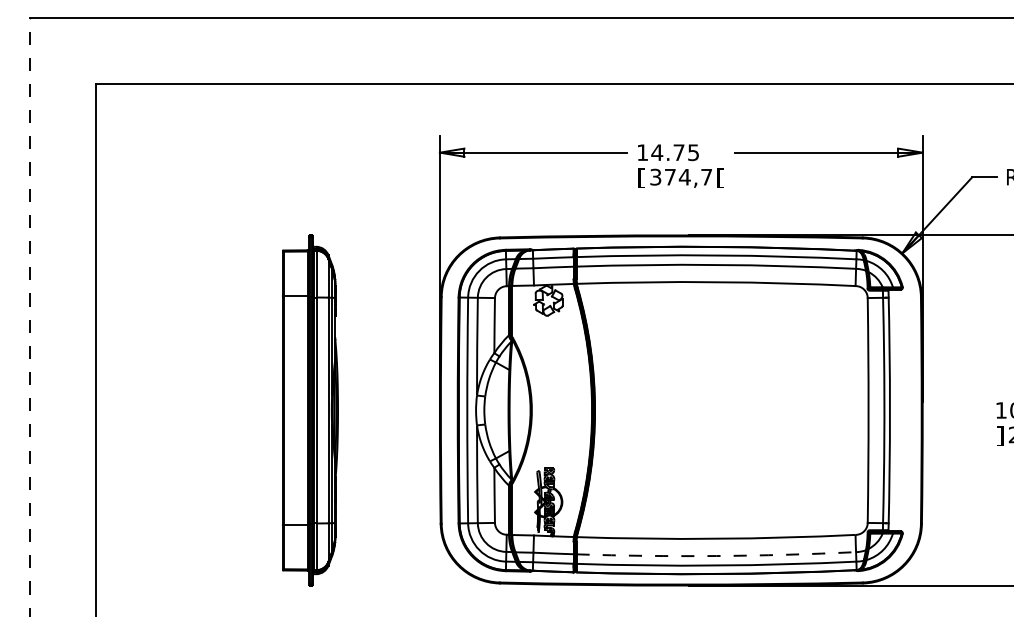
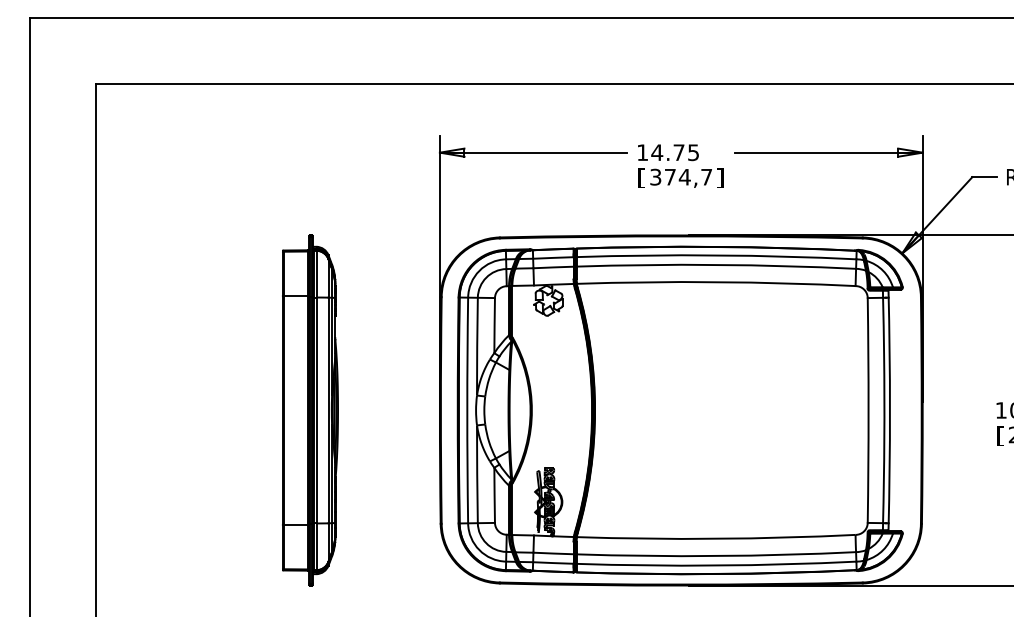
text at (720, 178): [ -> ]
line at (30, 317): dashed -> solid
text at (1000, 436): ] -> [
arc at (716, 556): dashed -> solid
